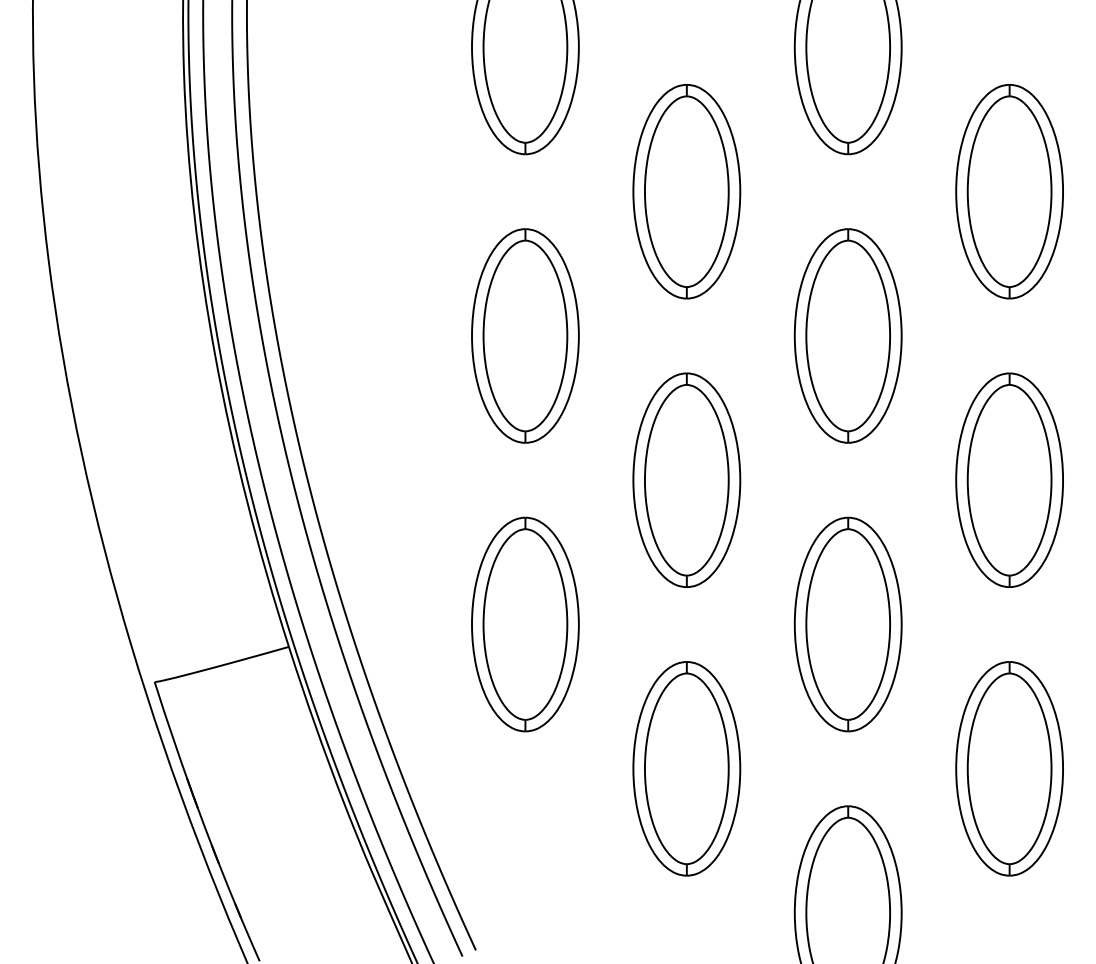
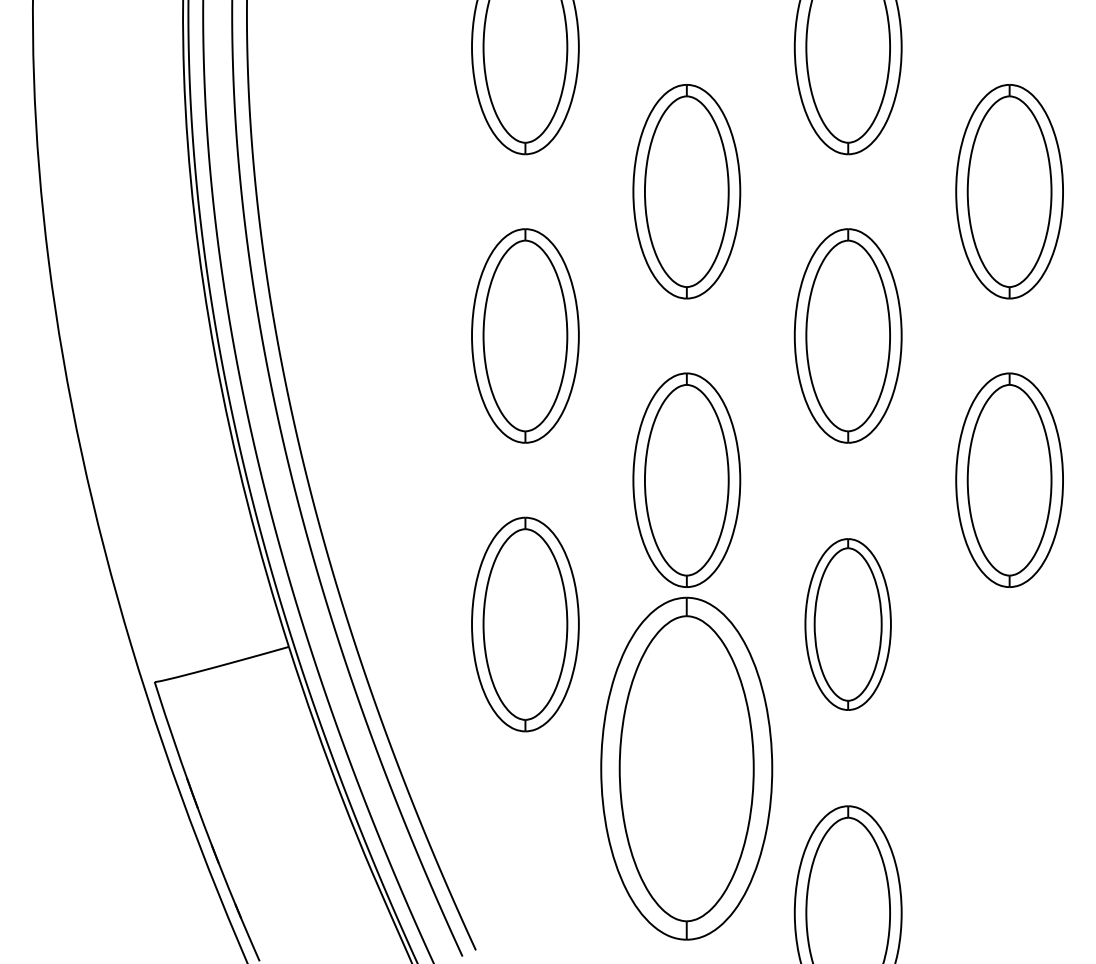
part at (847, 624) size: 110x217 px -> 88x173 px
part at (686, 768) size: 110x216 px -> 174x345 px
part at (1009, 768): present -> none
